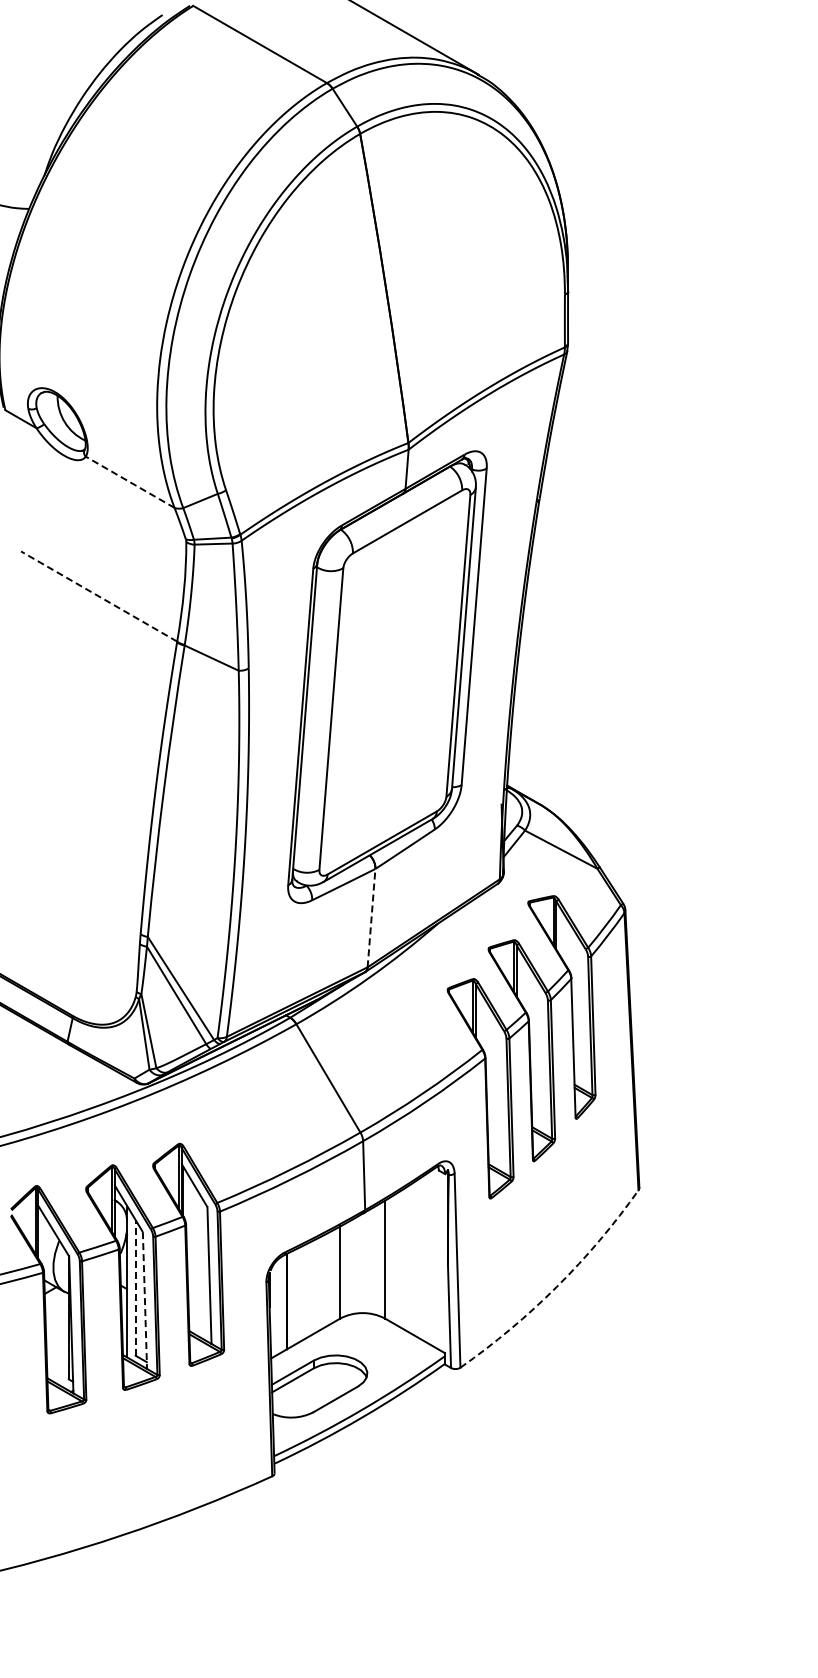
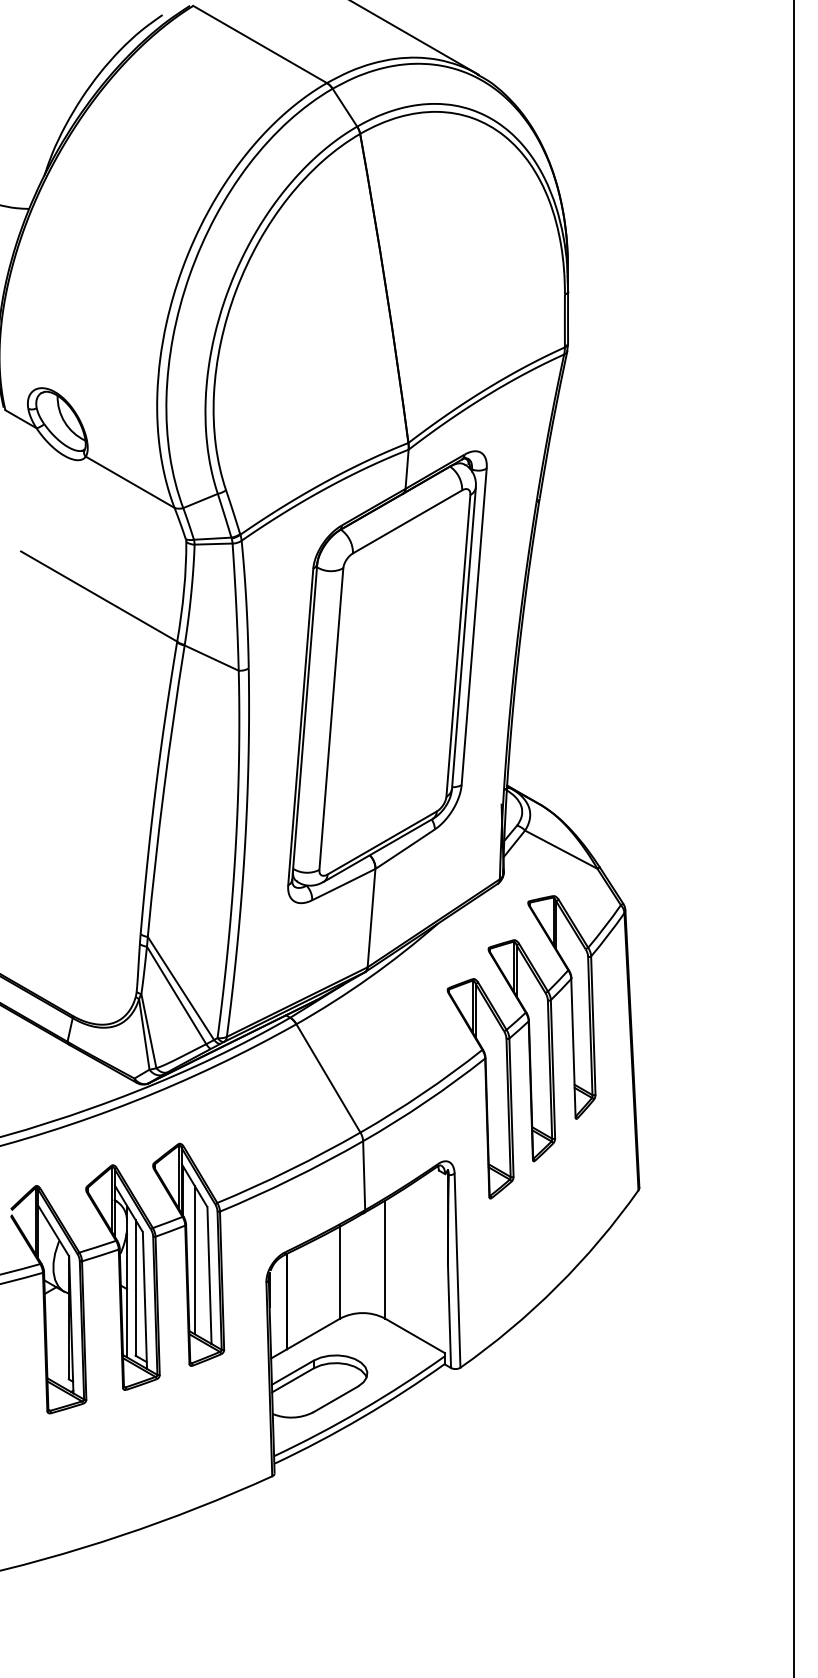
line at (129, 482): dashed -> solid
line at (98, 596): dashed -> solid
line at (793, 838): none -> present
line at (371, 917): dashed -> solid
line at (194, 1259): none -> present
arc at (557, 1286): dashed -> solid
line at (135, 1287): dashed -> solid
line at (144, 1301): dashed -> solid
